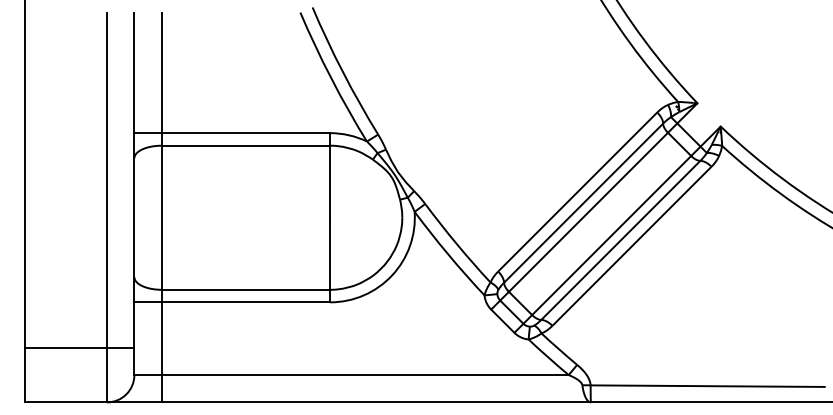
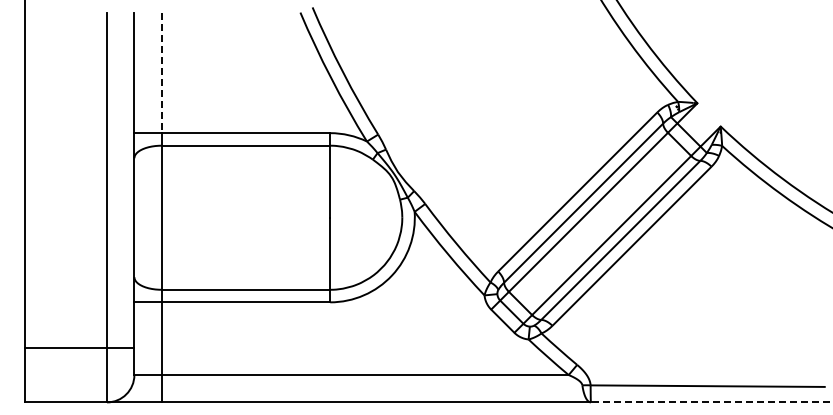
line at (161, 73): solid -> dashed
line at (711, 402): solid -> dashed
